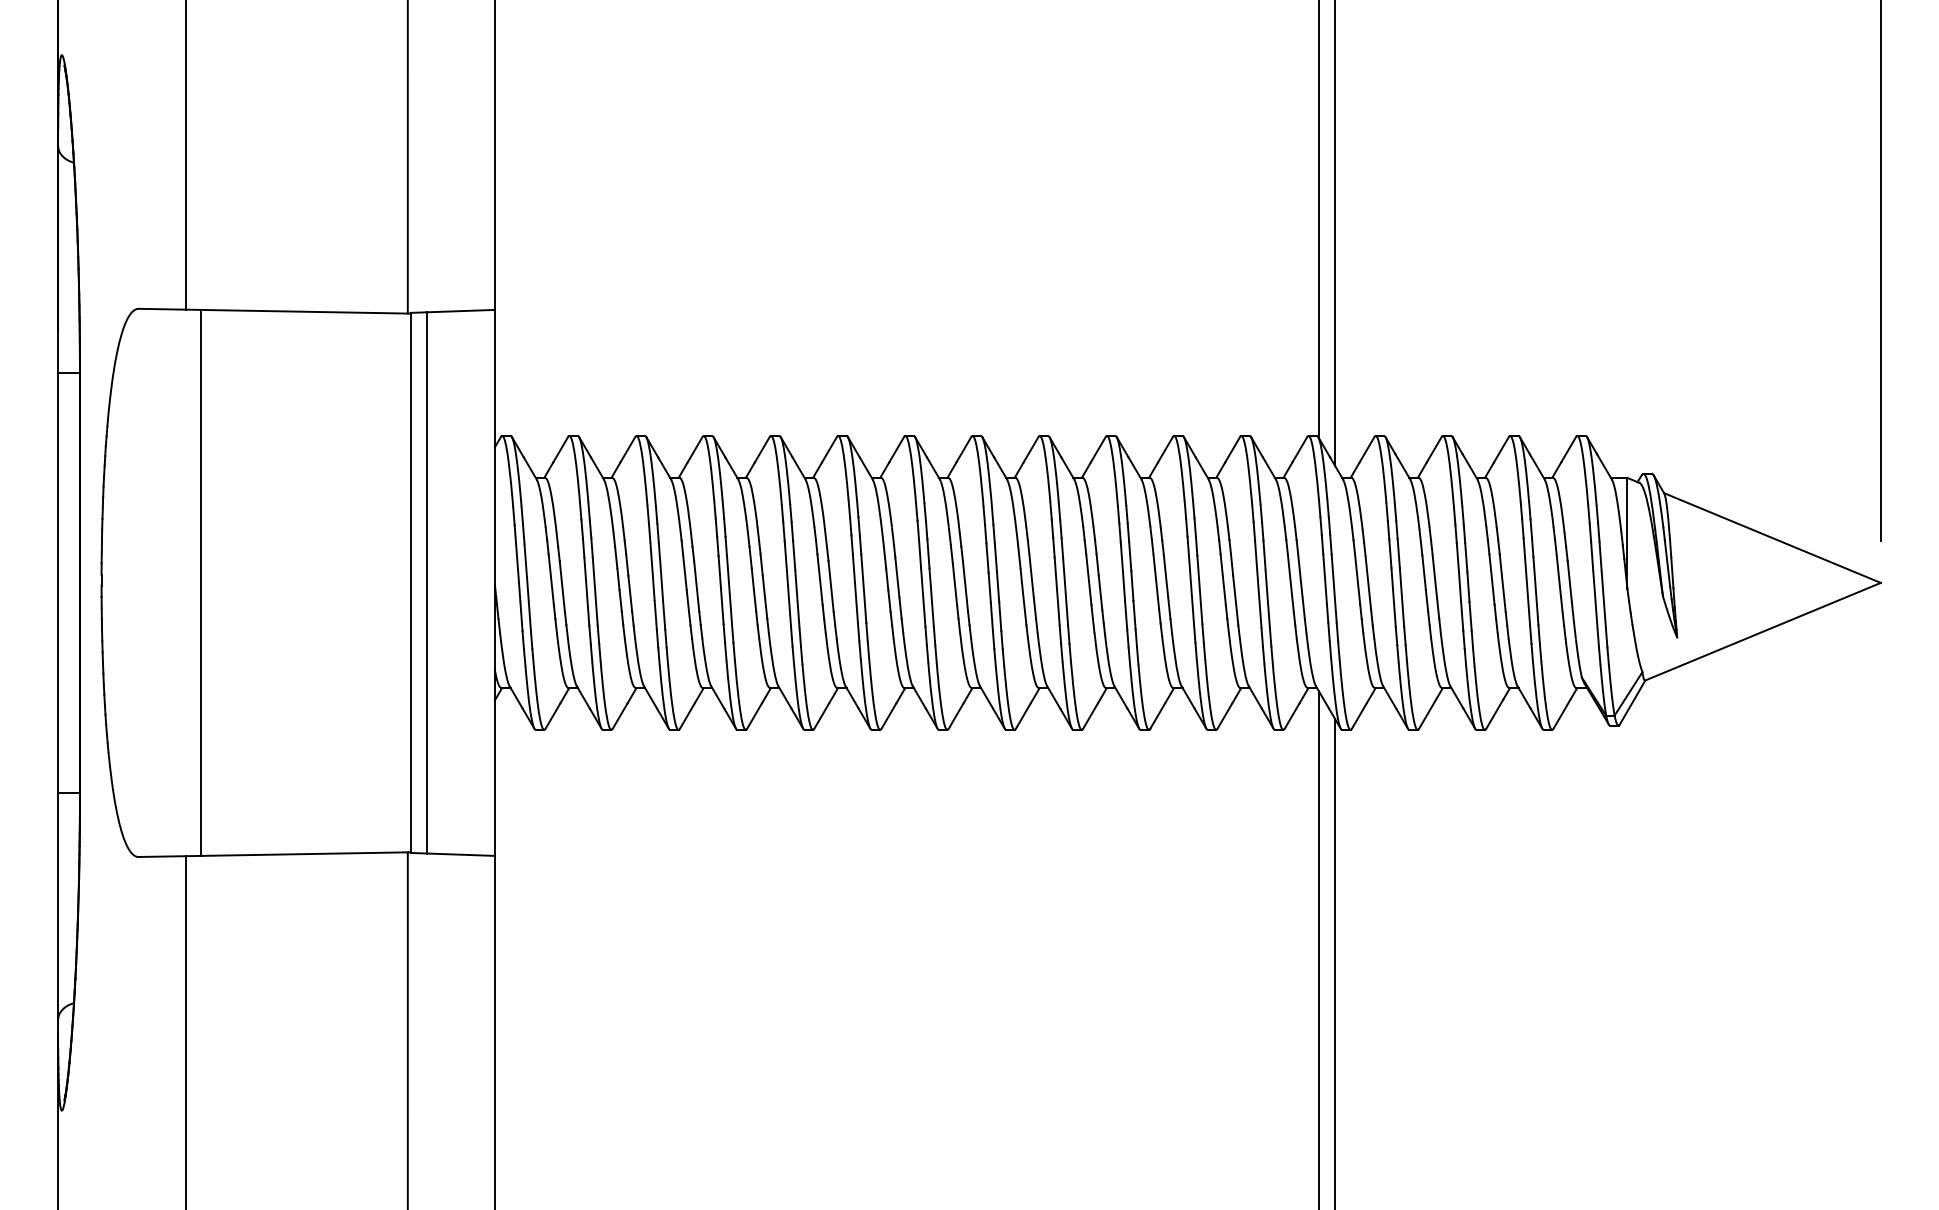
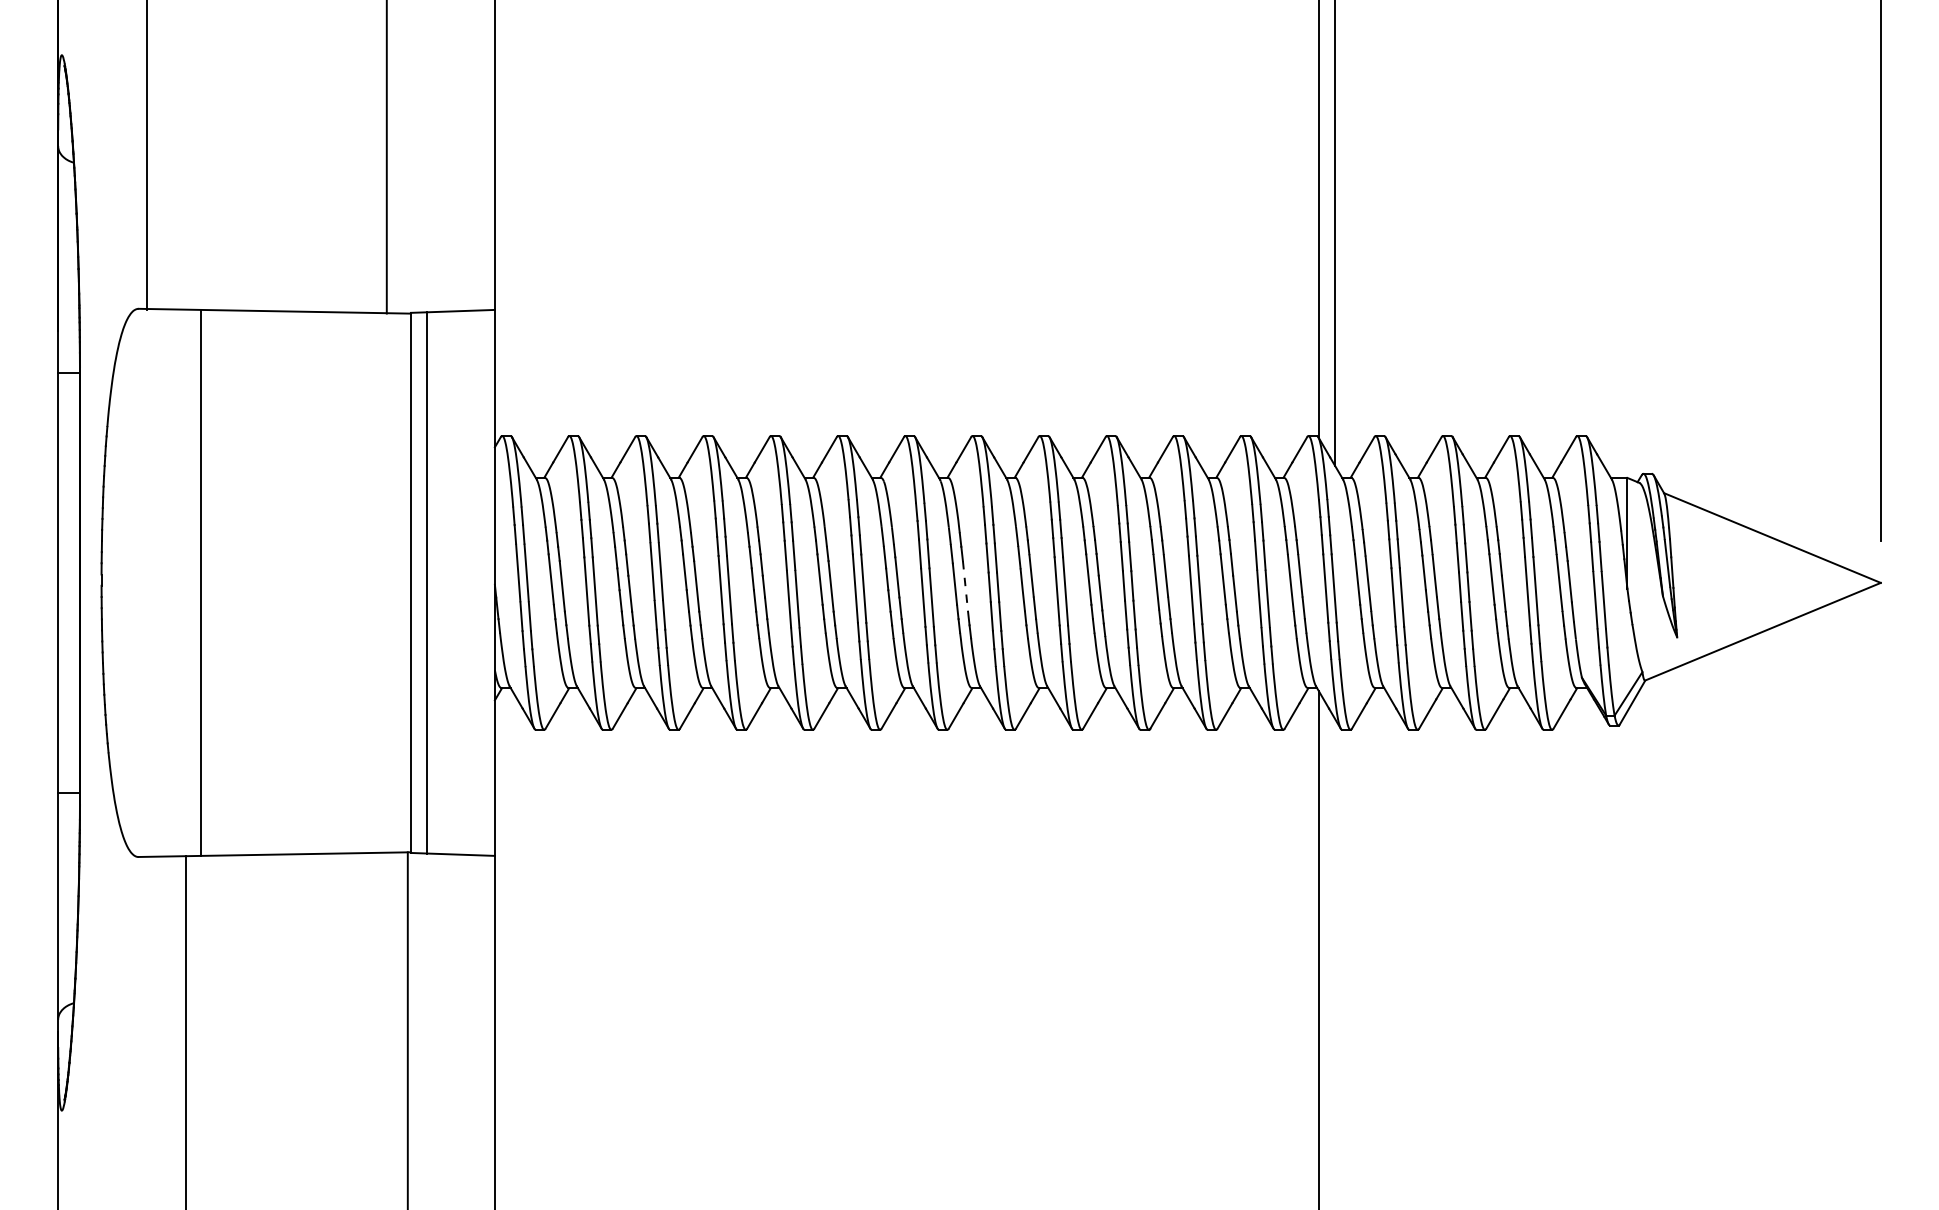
line at (185, 155) position: (185, 155) -> (146, 155)
line at (407, 157) position: (407, 157) -> (386, 157)
line at (965, 586): solid -> dashed
line at (1334, 962): present -> none
